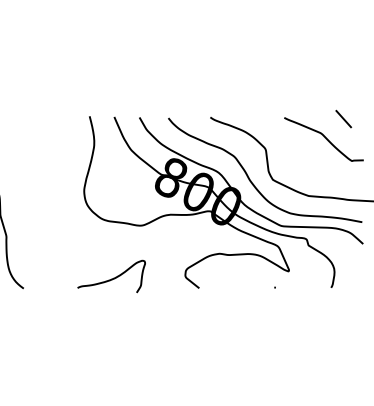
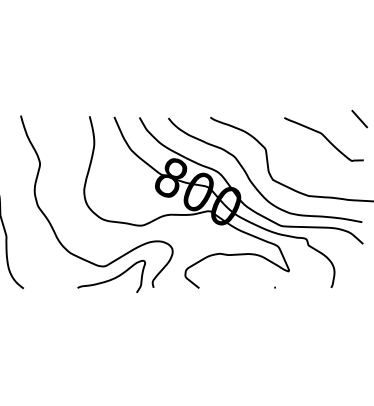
line at (343, 118) position: (343, 118) -> (359, 118)
curve at (51, 223): none -> present
